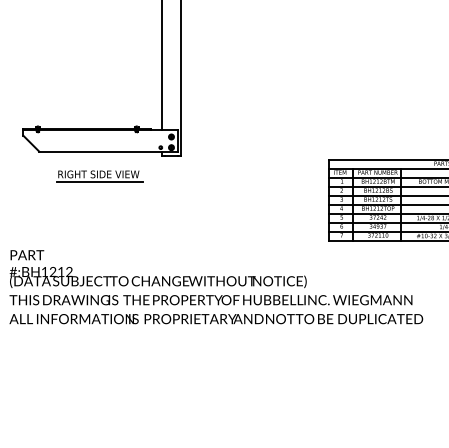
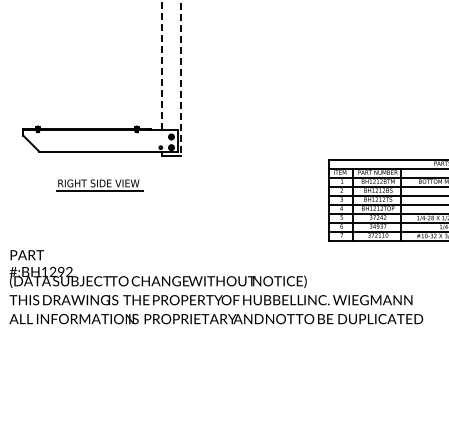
line at (162, 64): solid -> dashed
line at (180, 77): solid -> dashed
part at (99, 176) position: (99, 176) -> (99, 185)
text at (61, 271): #:BH1212 -> #:BH1292
